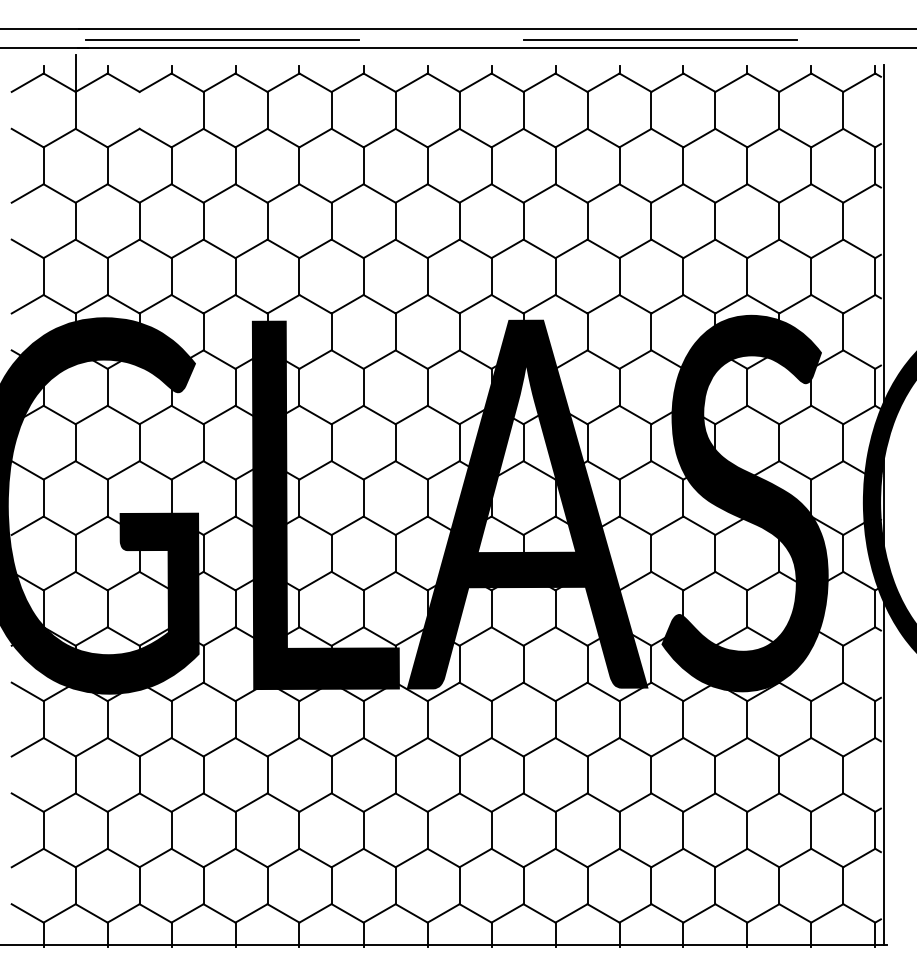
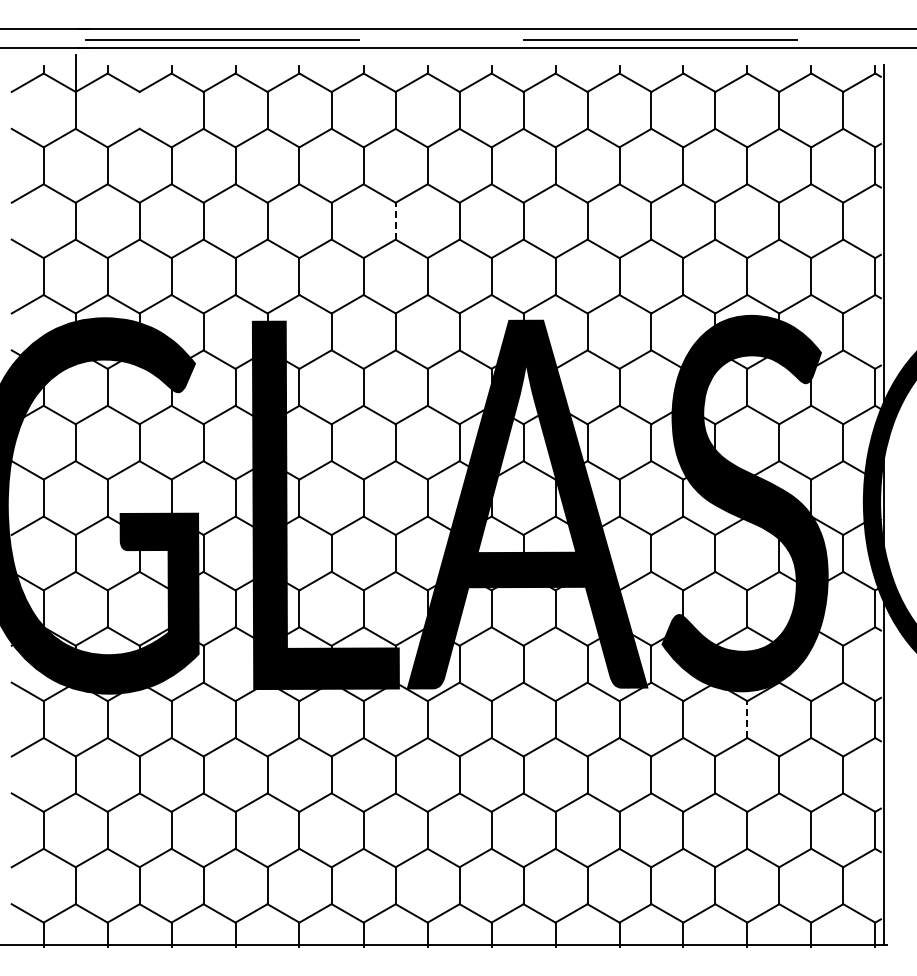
line at (395, 220): solid -> dashed
line at (747, 719): solid -> dashed
